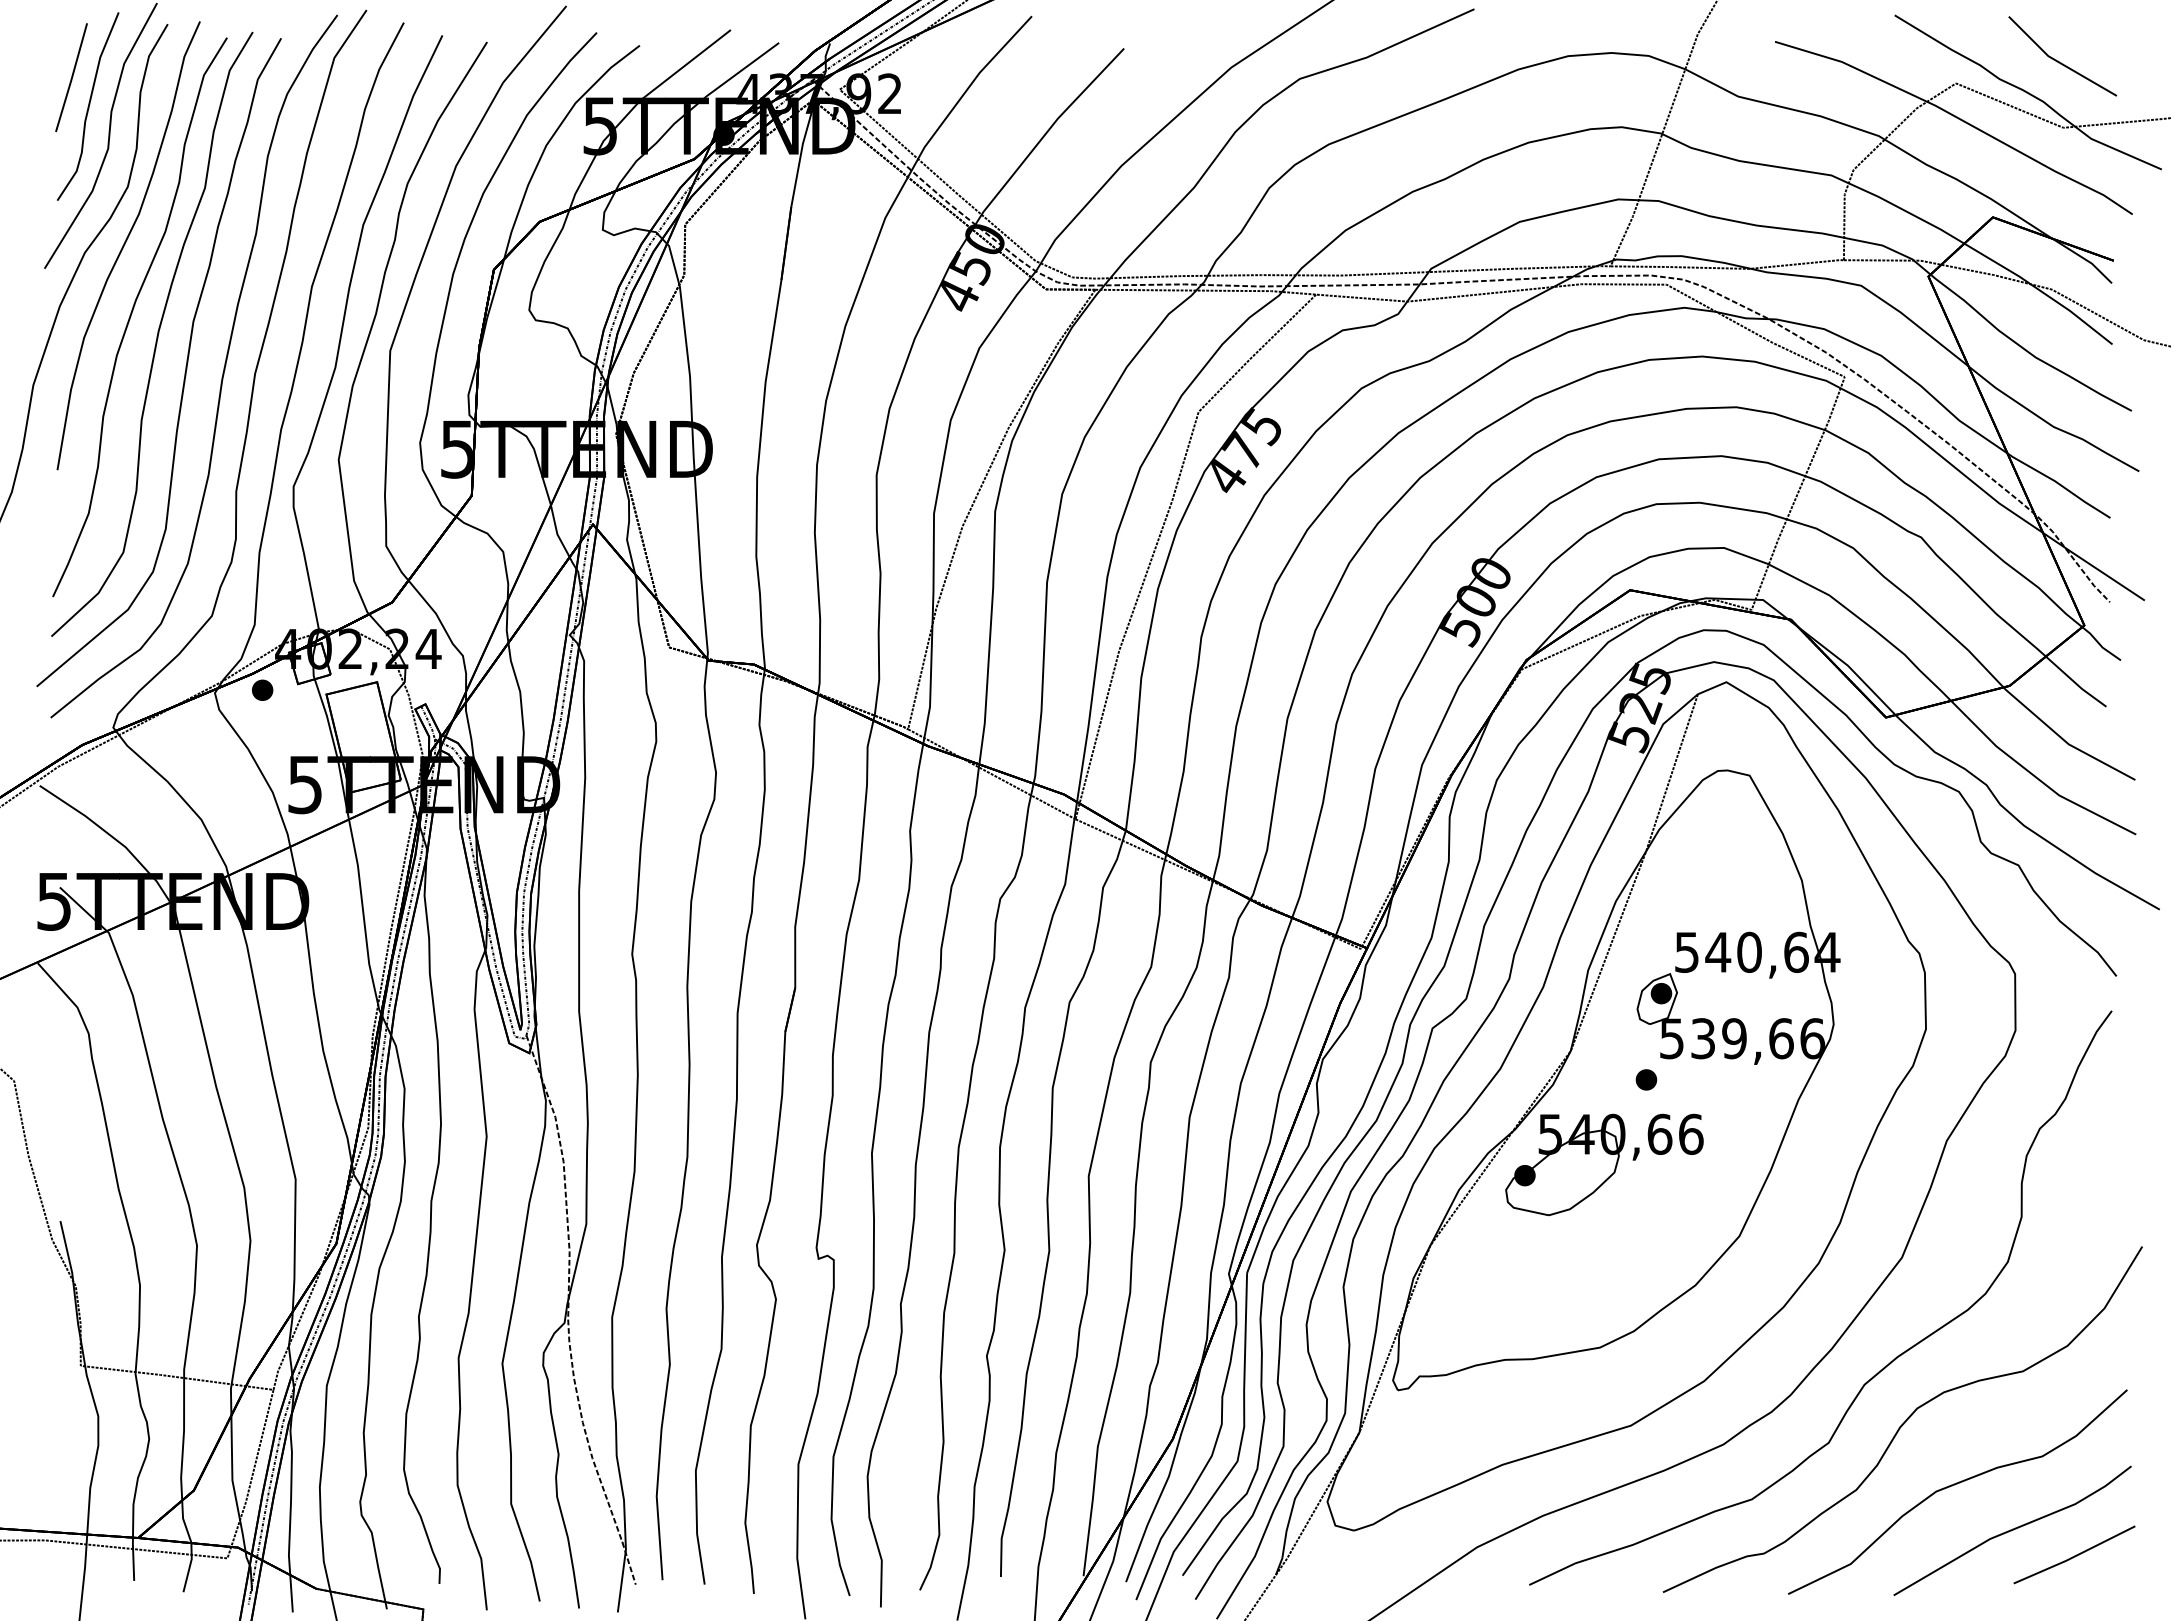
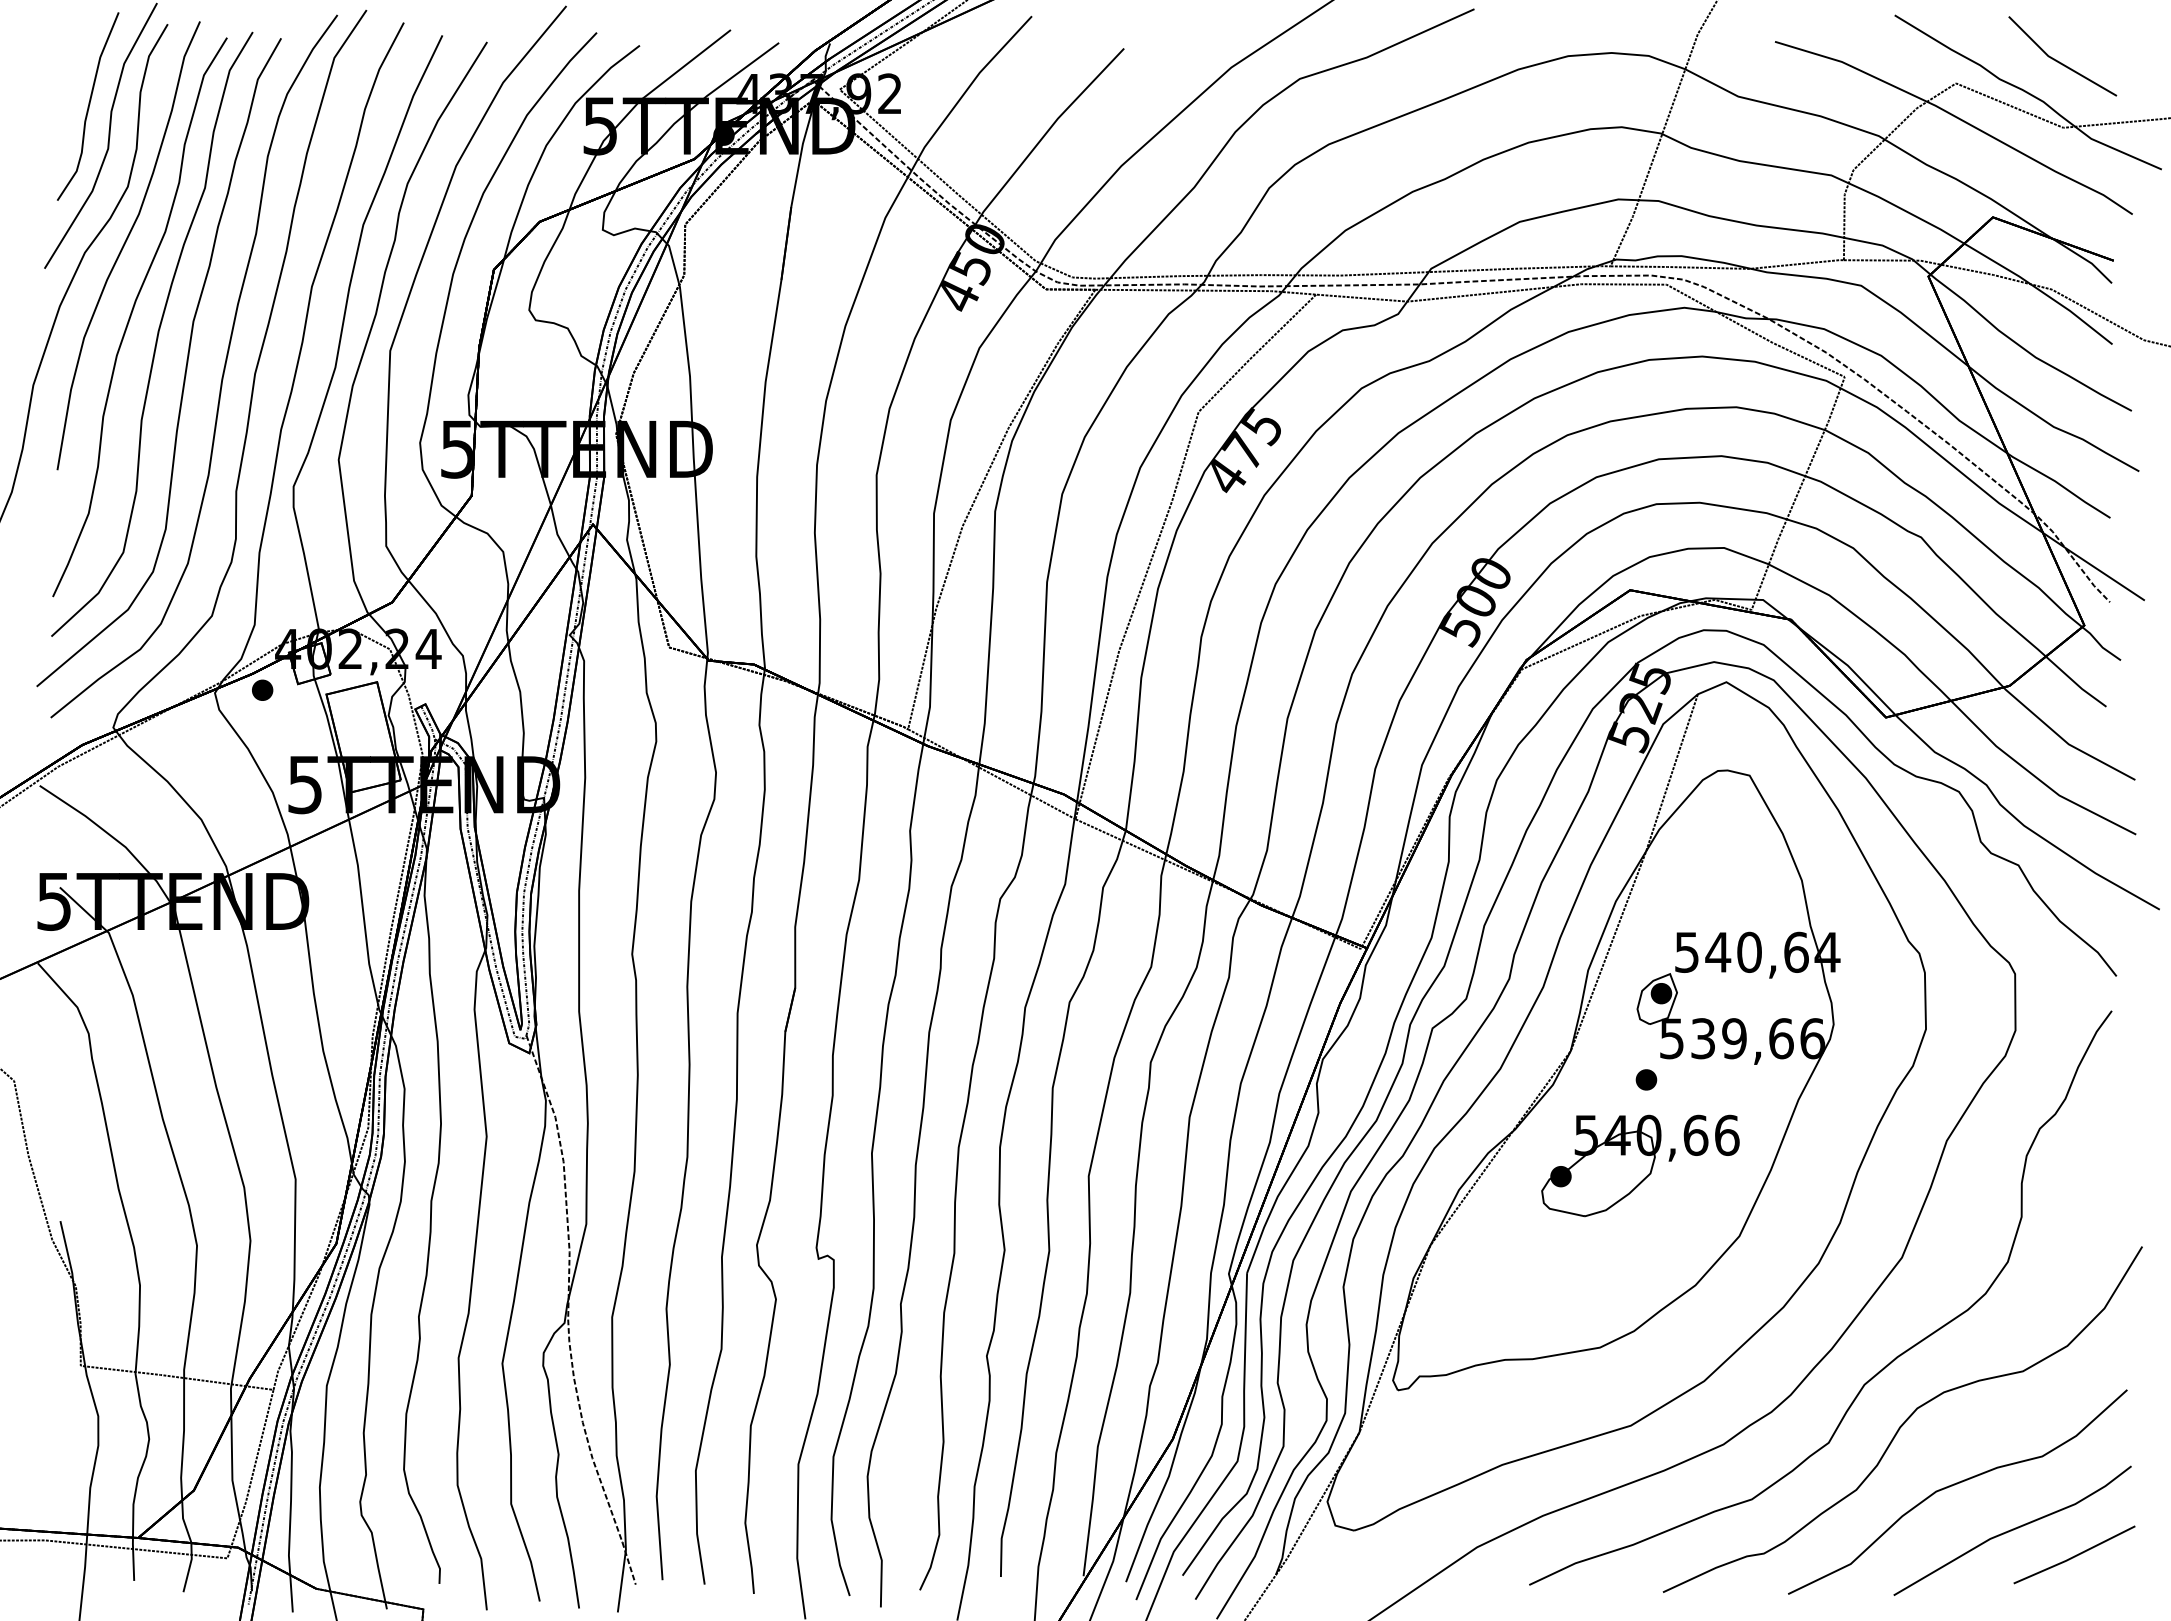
line at (71, 77): present -> none
part at (1604, 1164) position: (1604, 1164) -> (1640, 1165)
